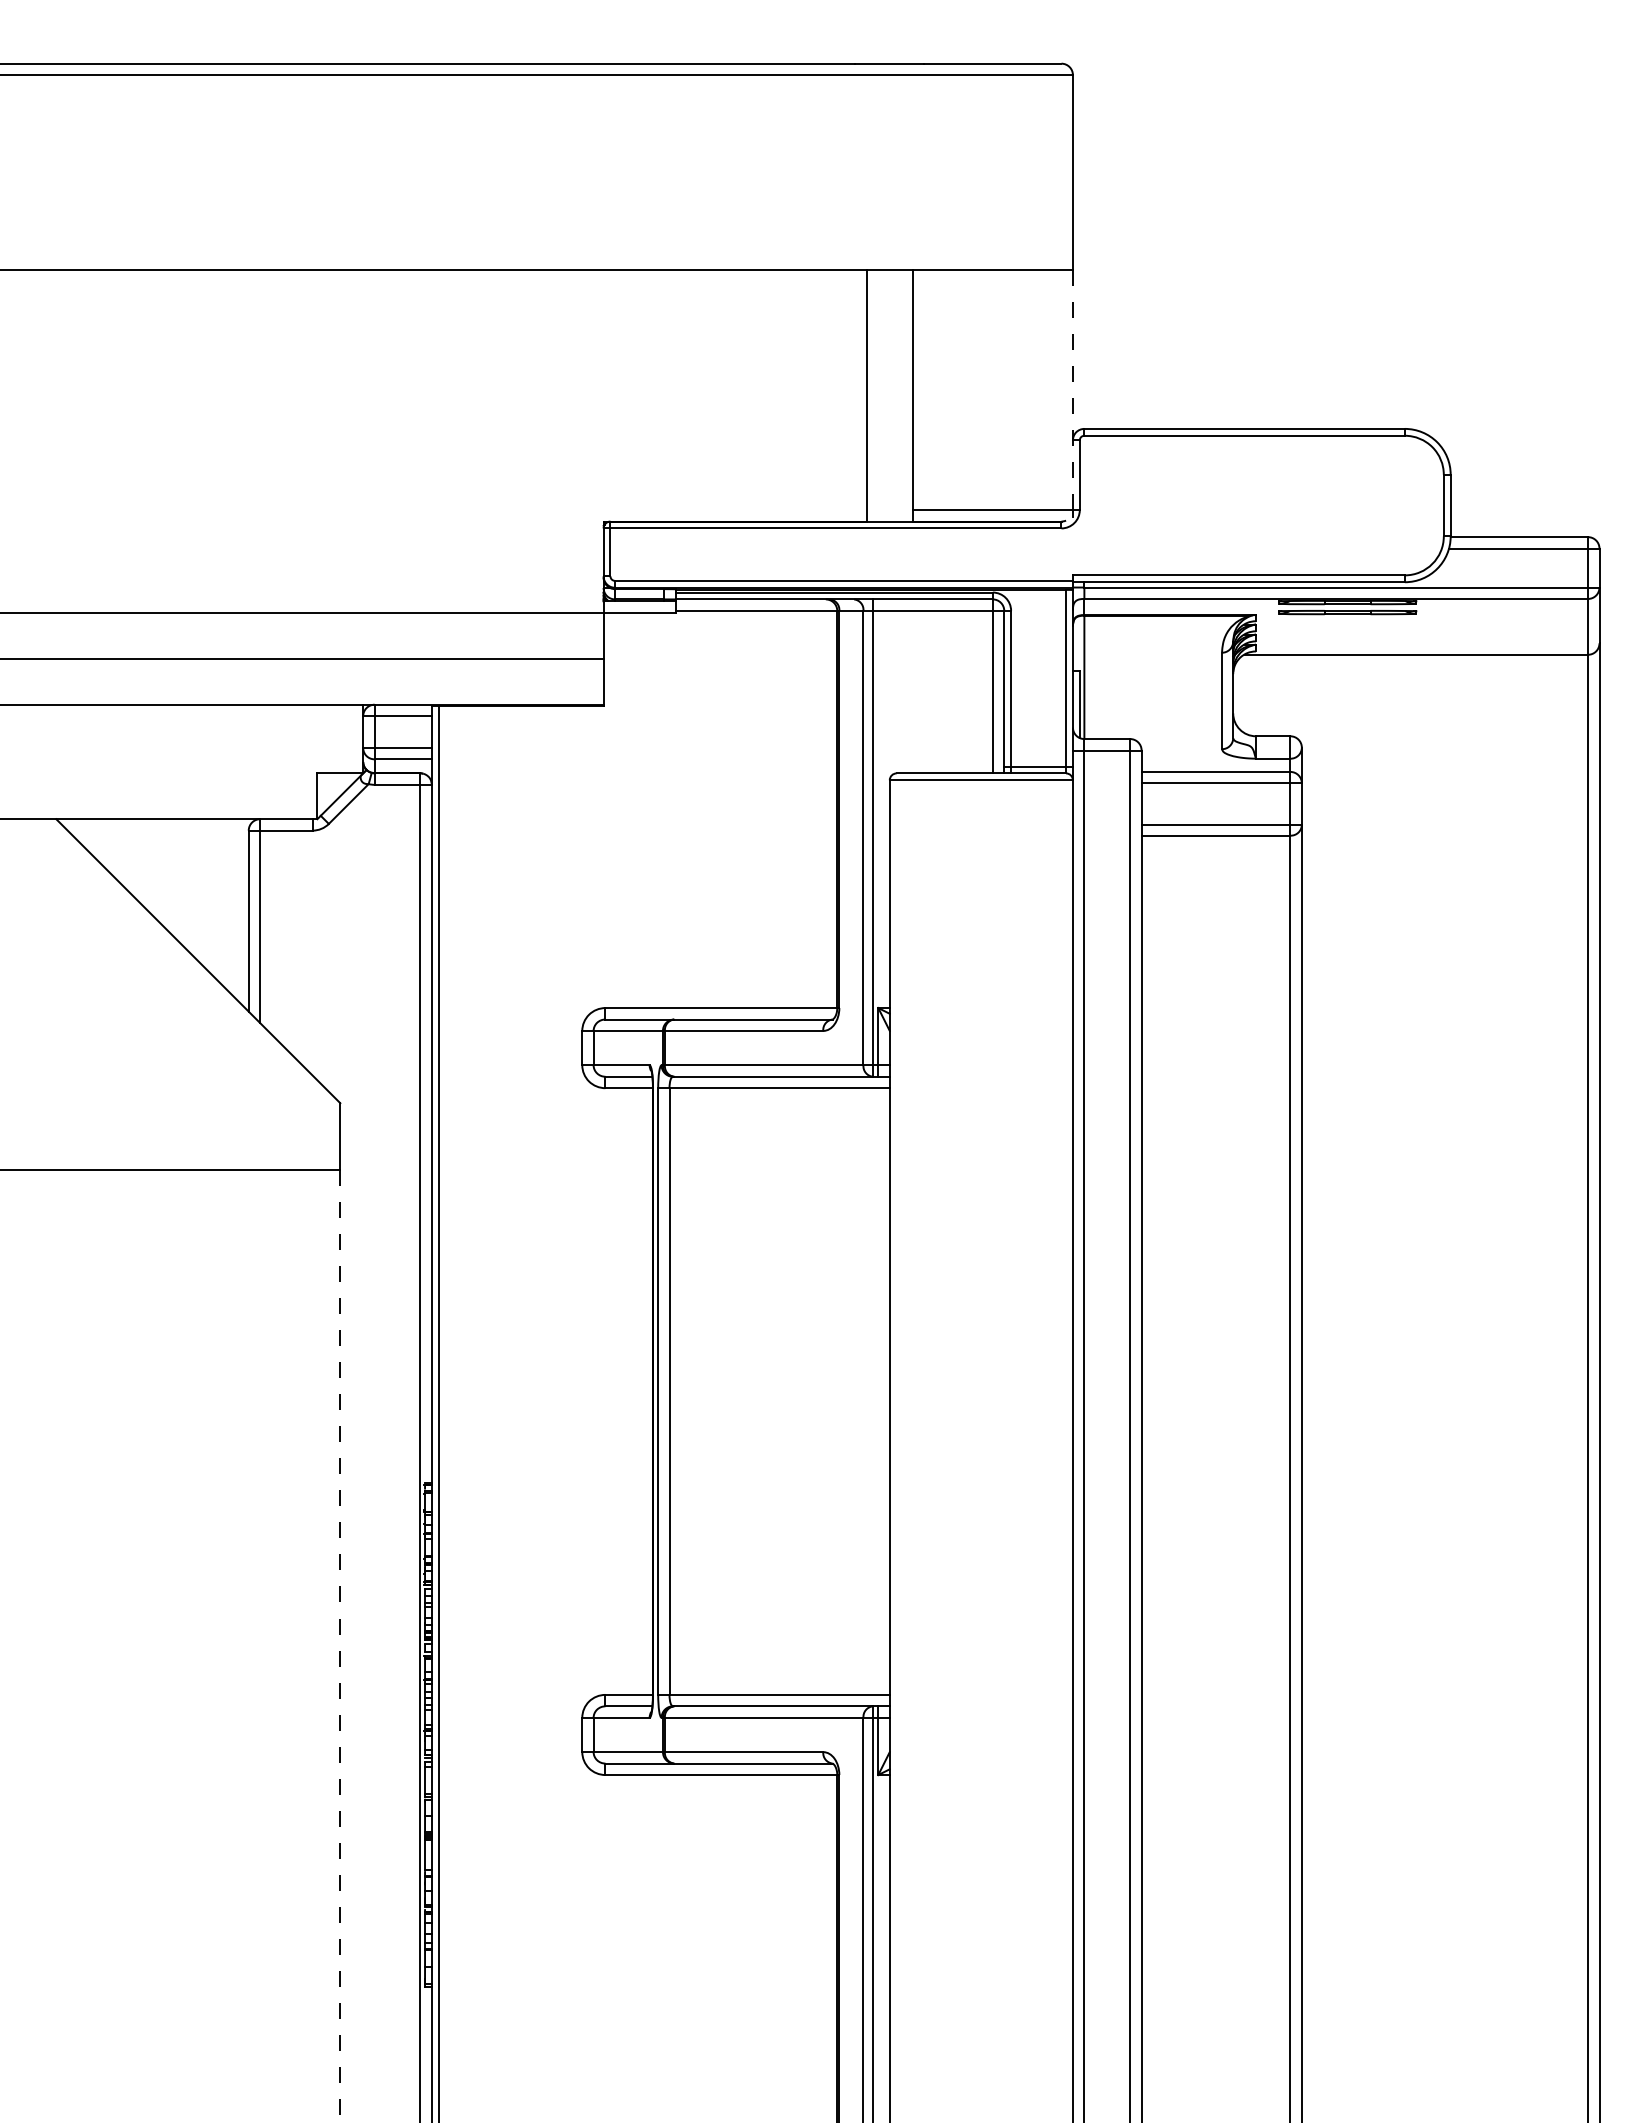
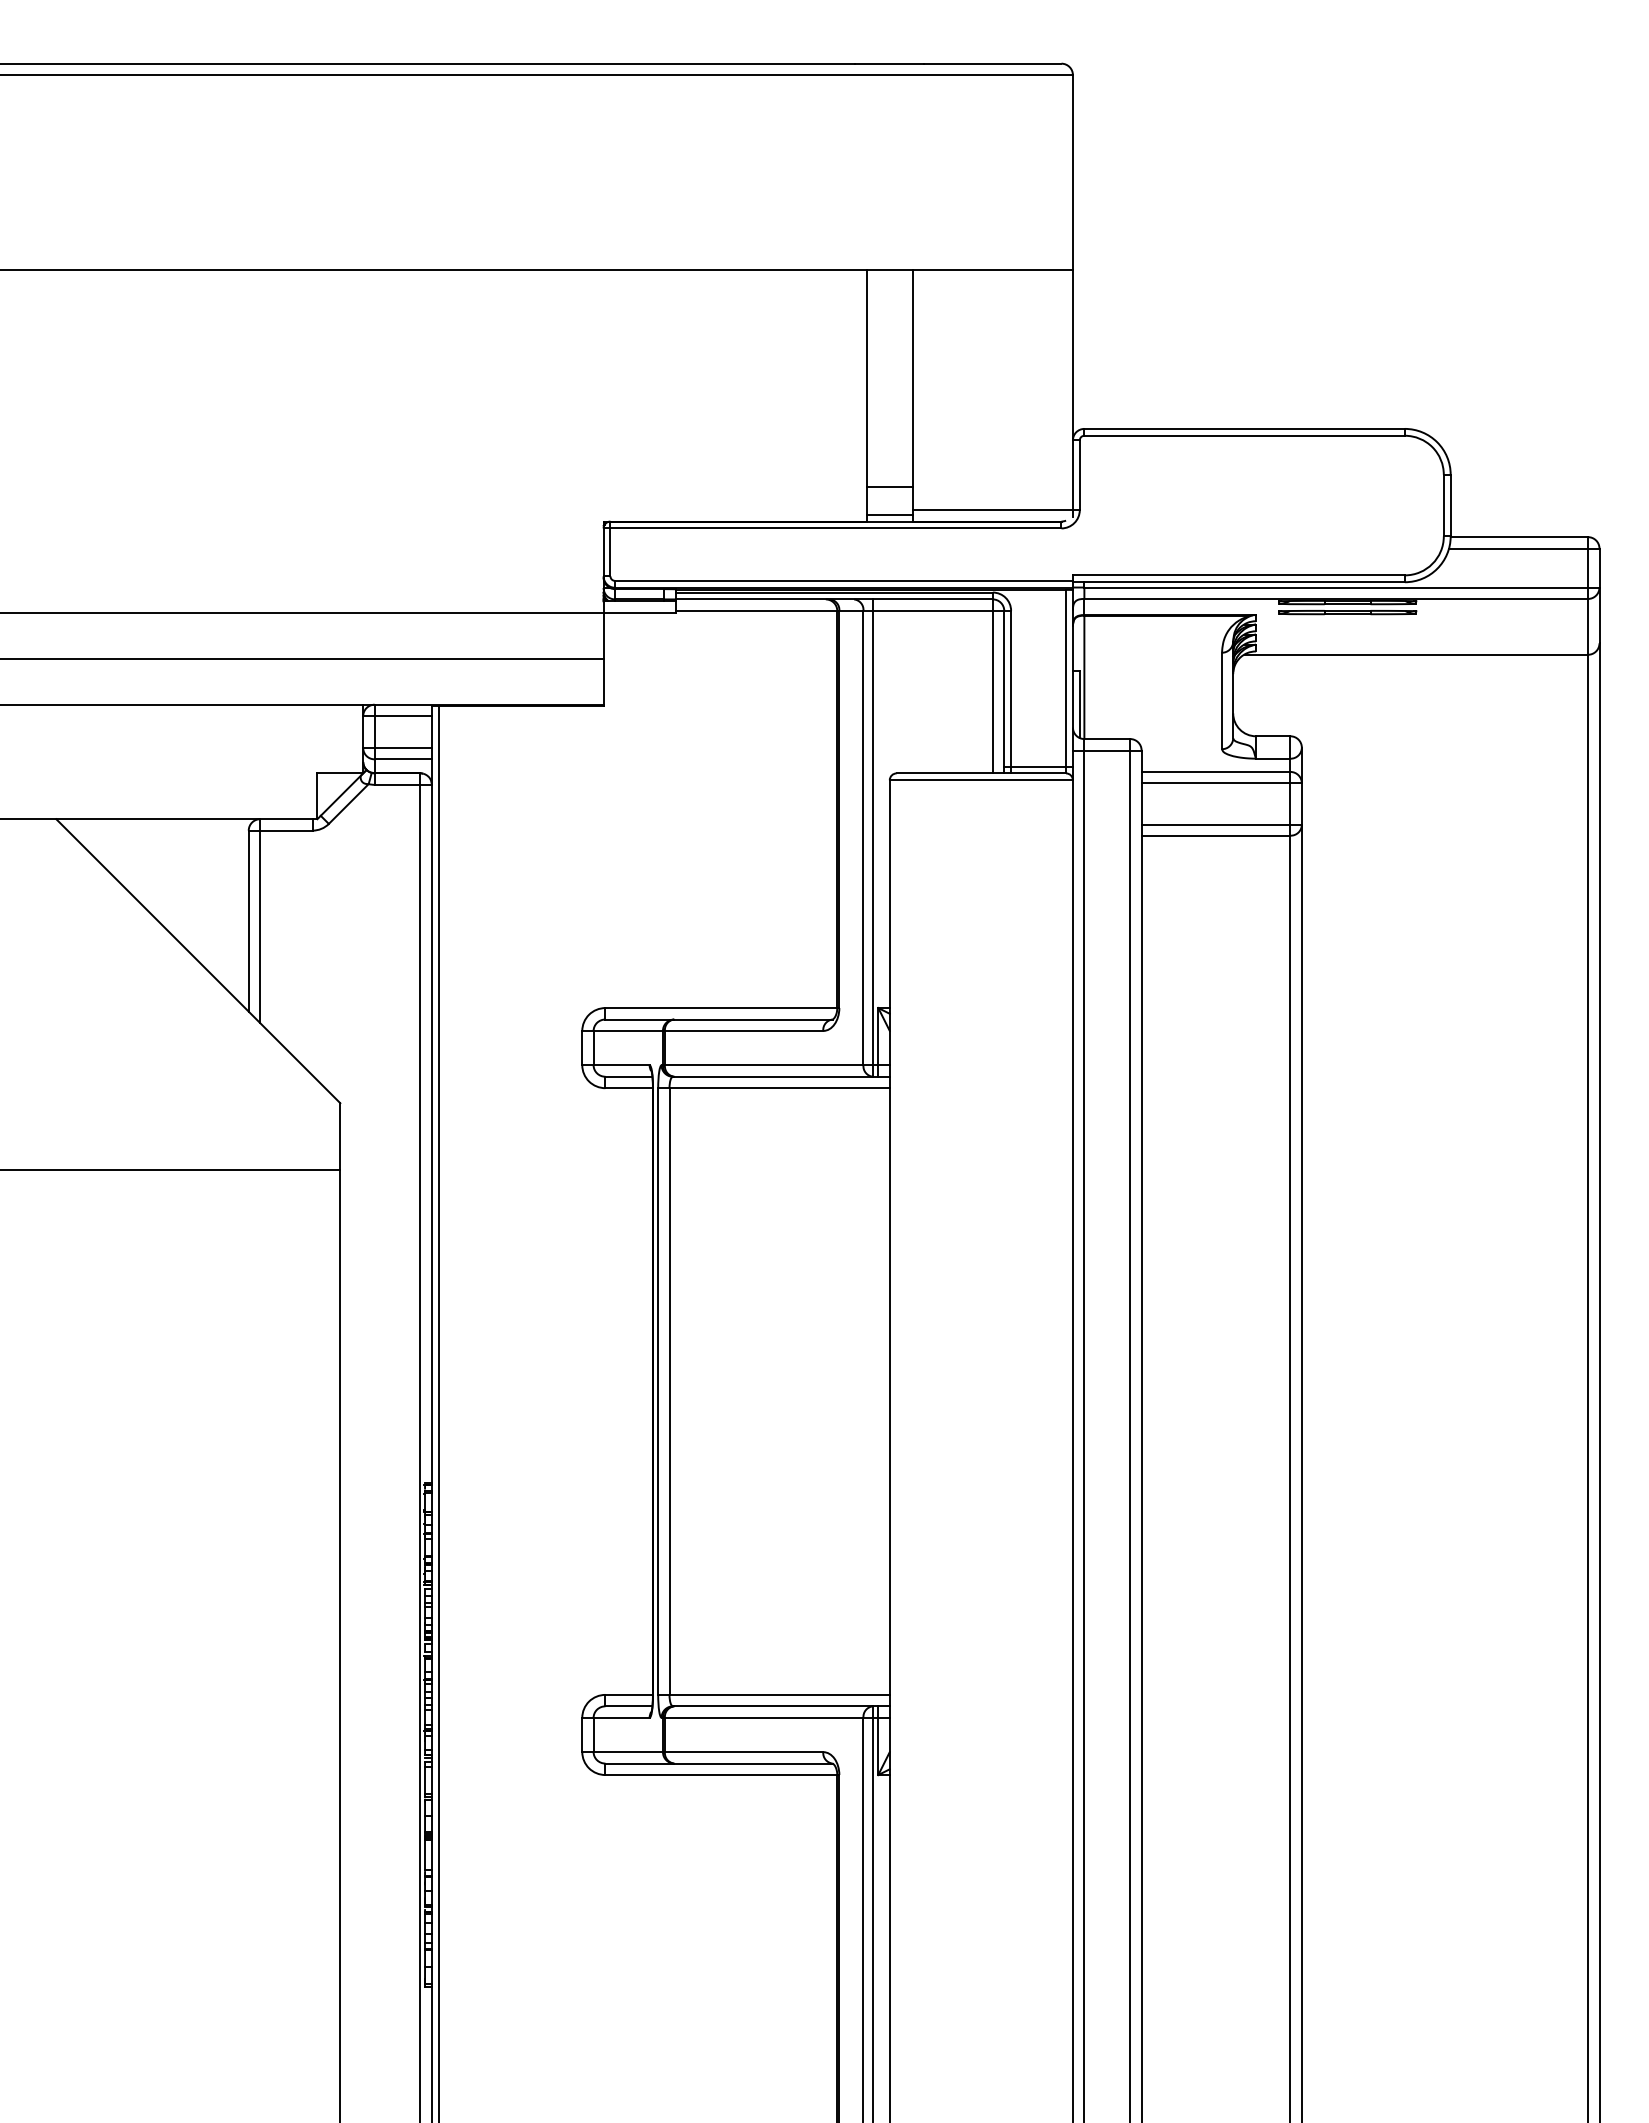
line at (1072, 389): dashed -> solid
line at (889, 487): none -> present
line at (889, 515): none -> present
line at (340, 1646): dashed -> solid
